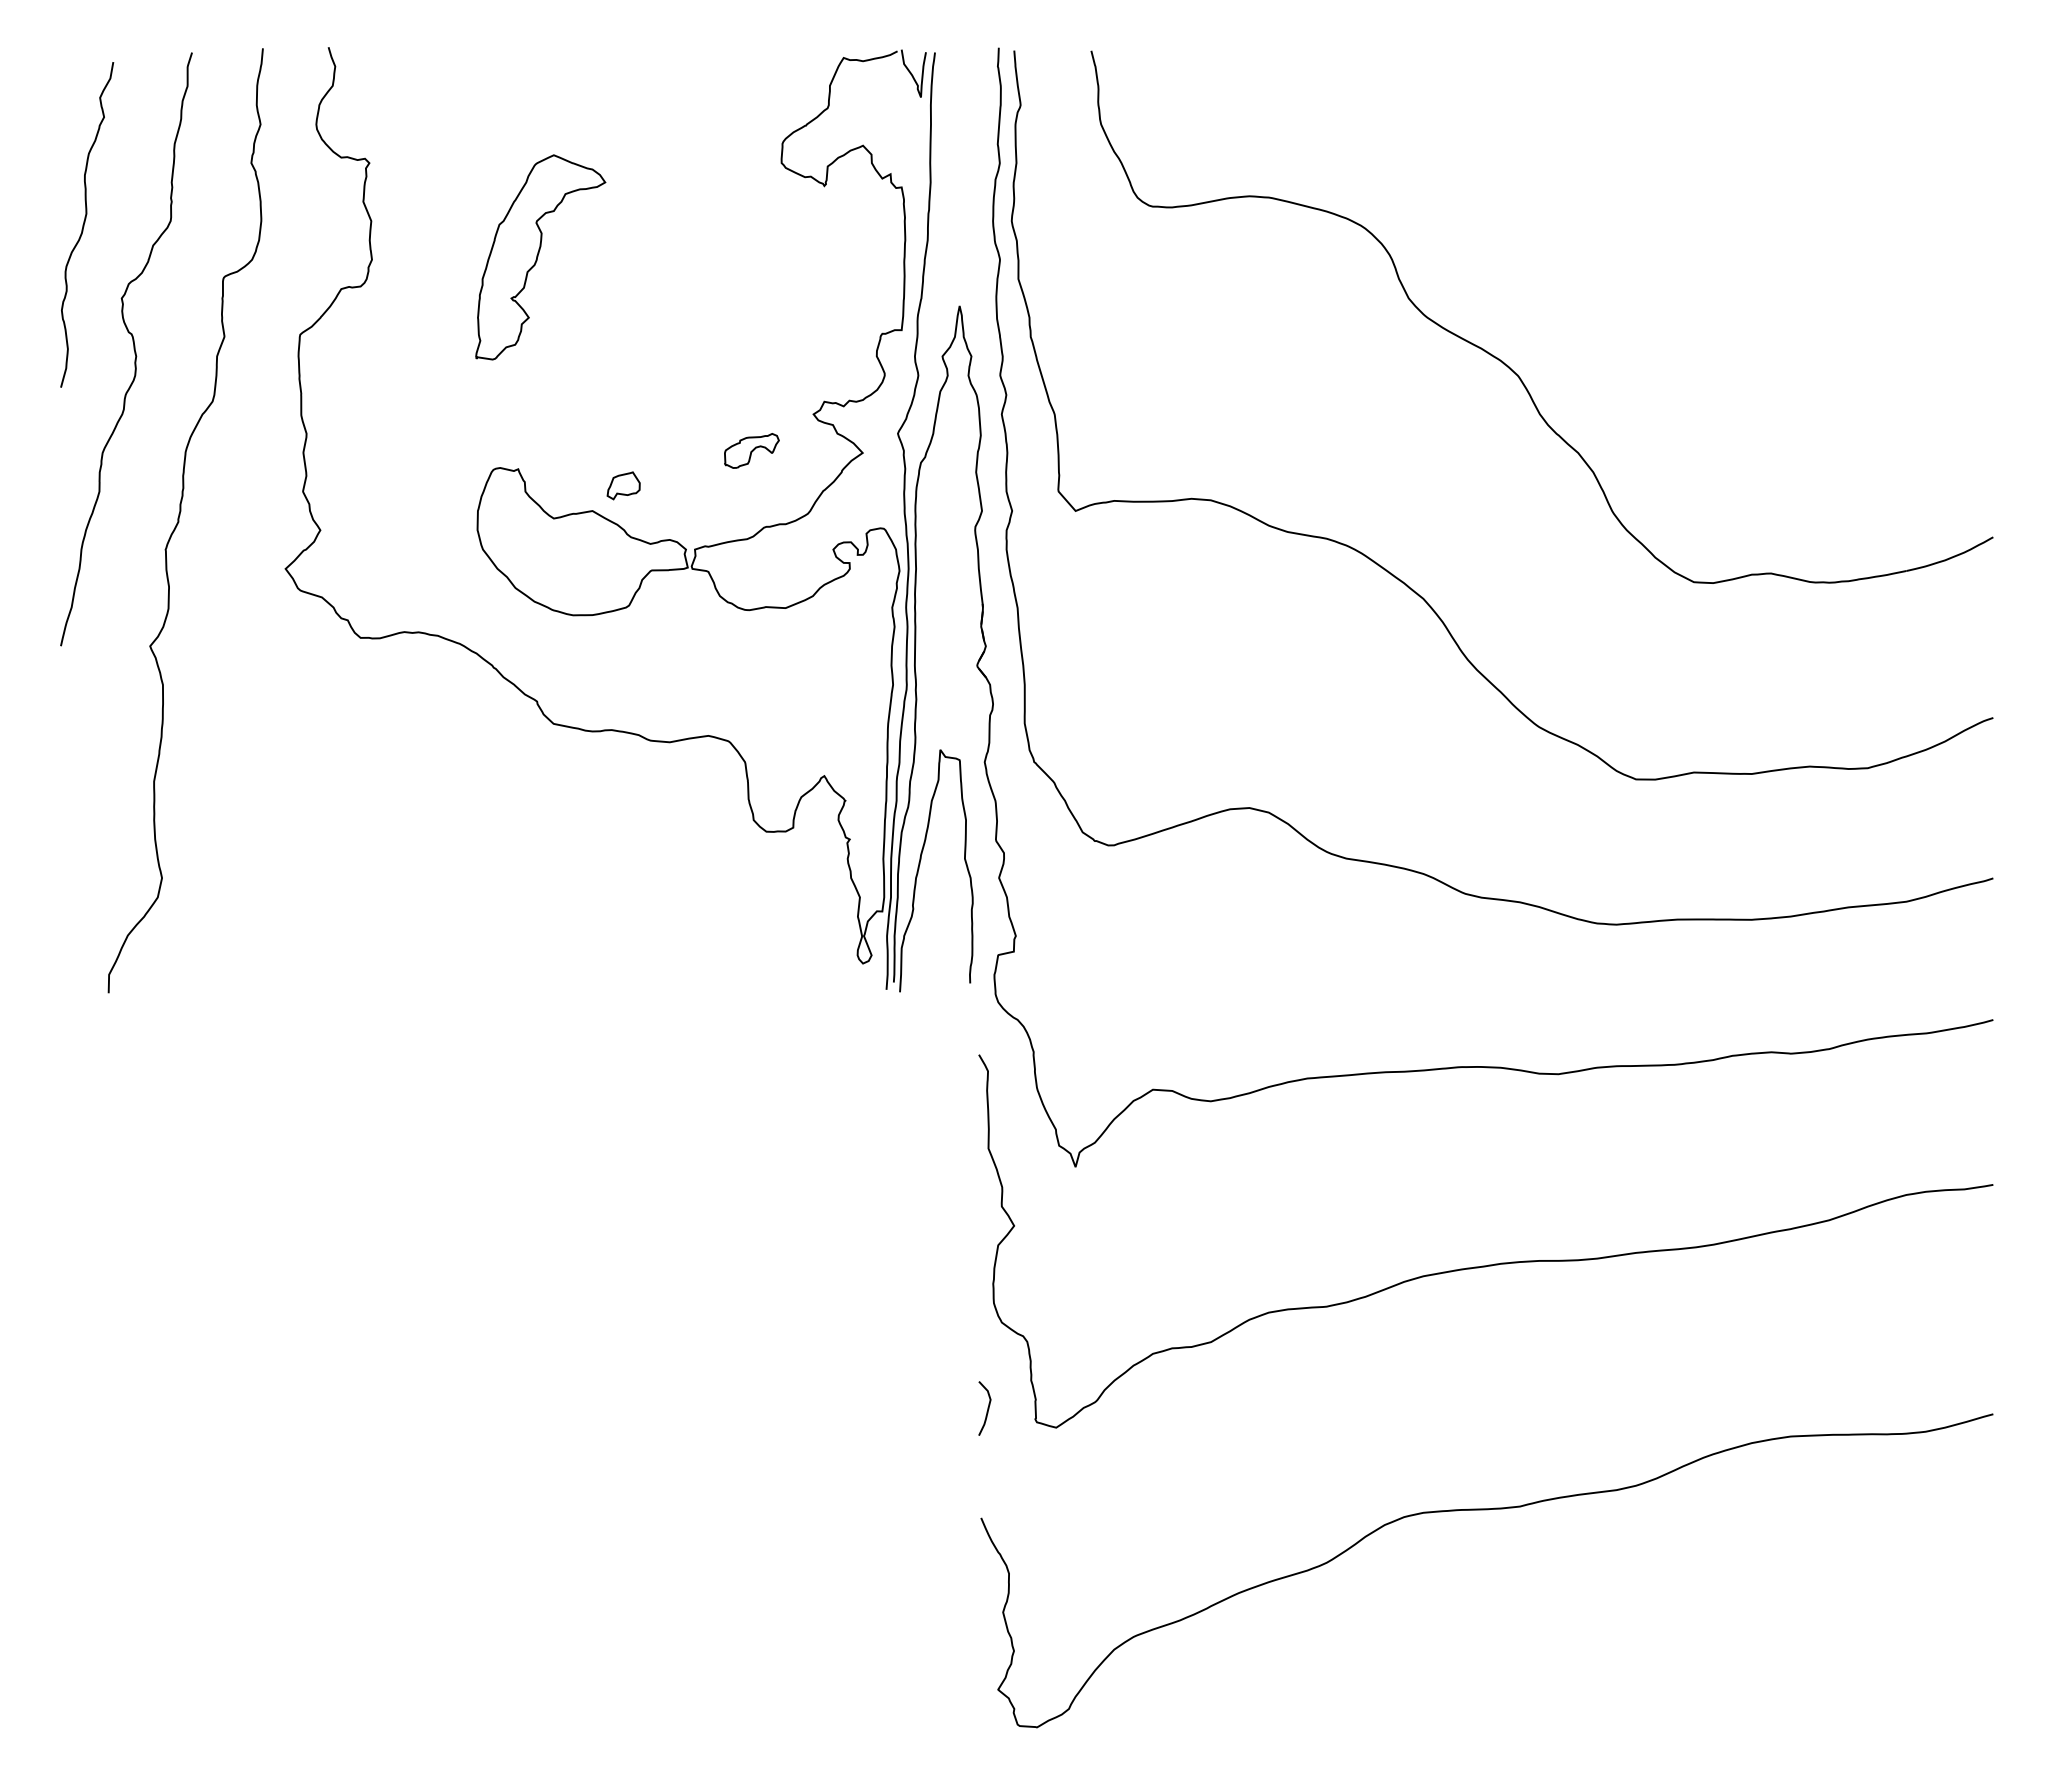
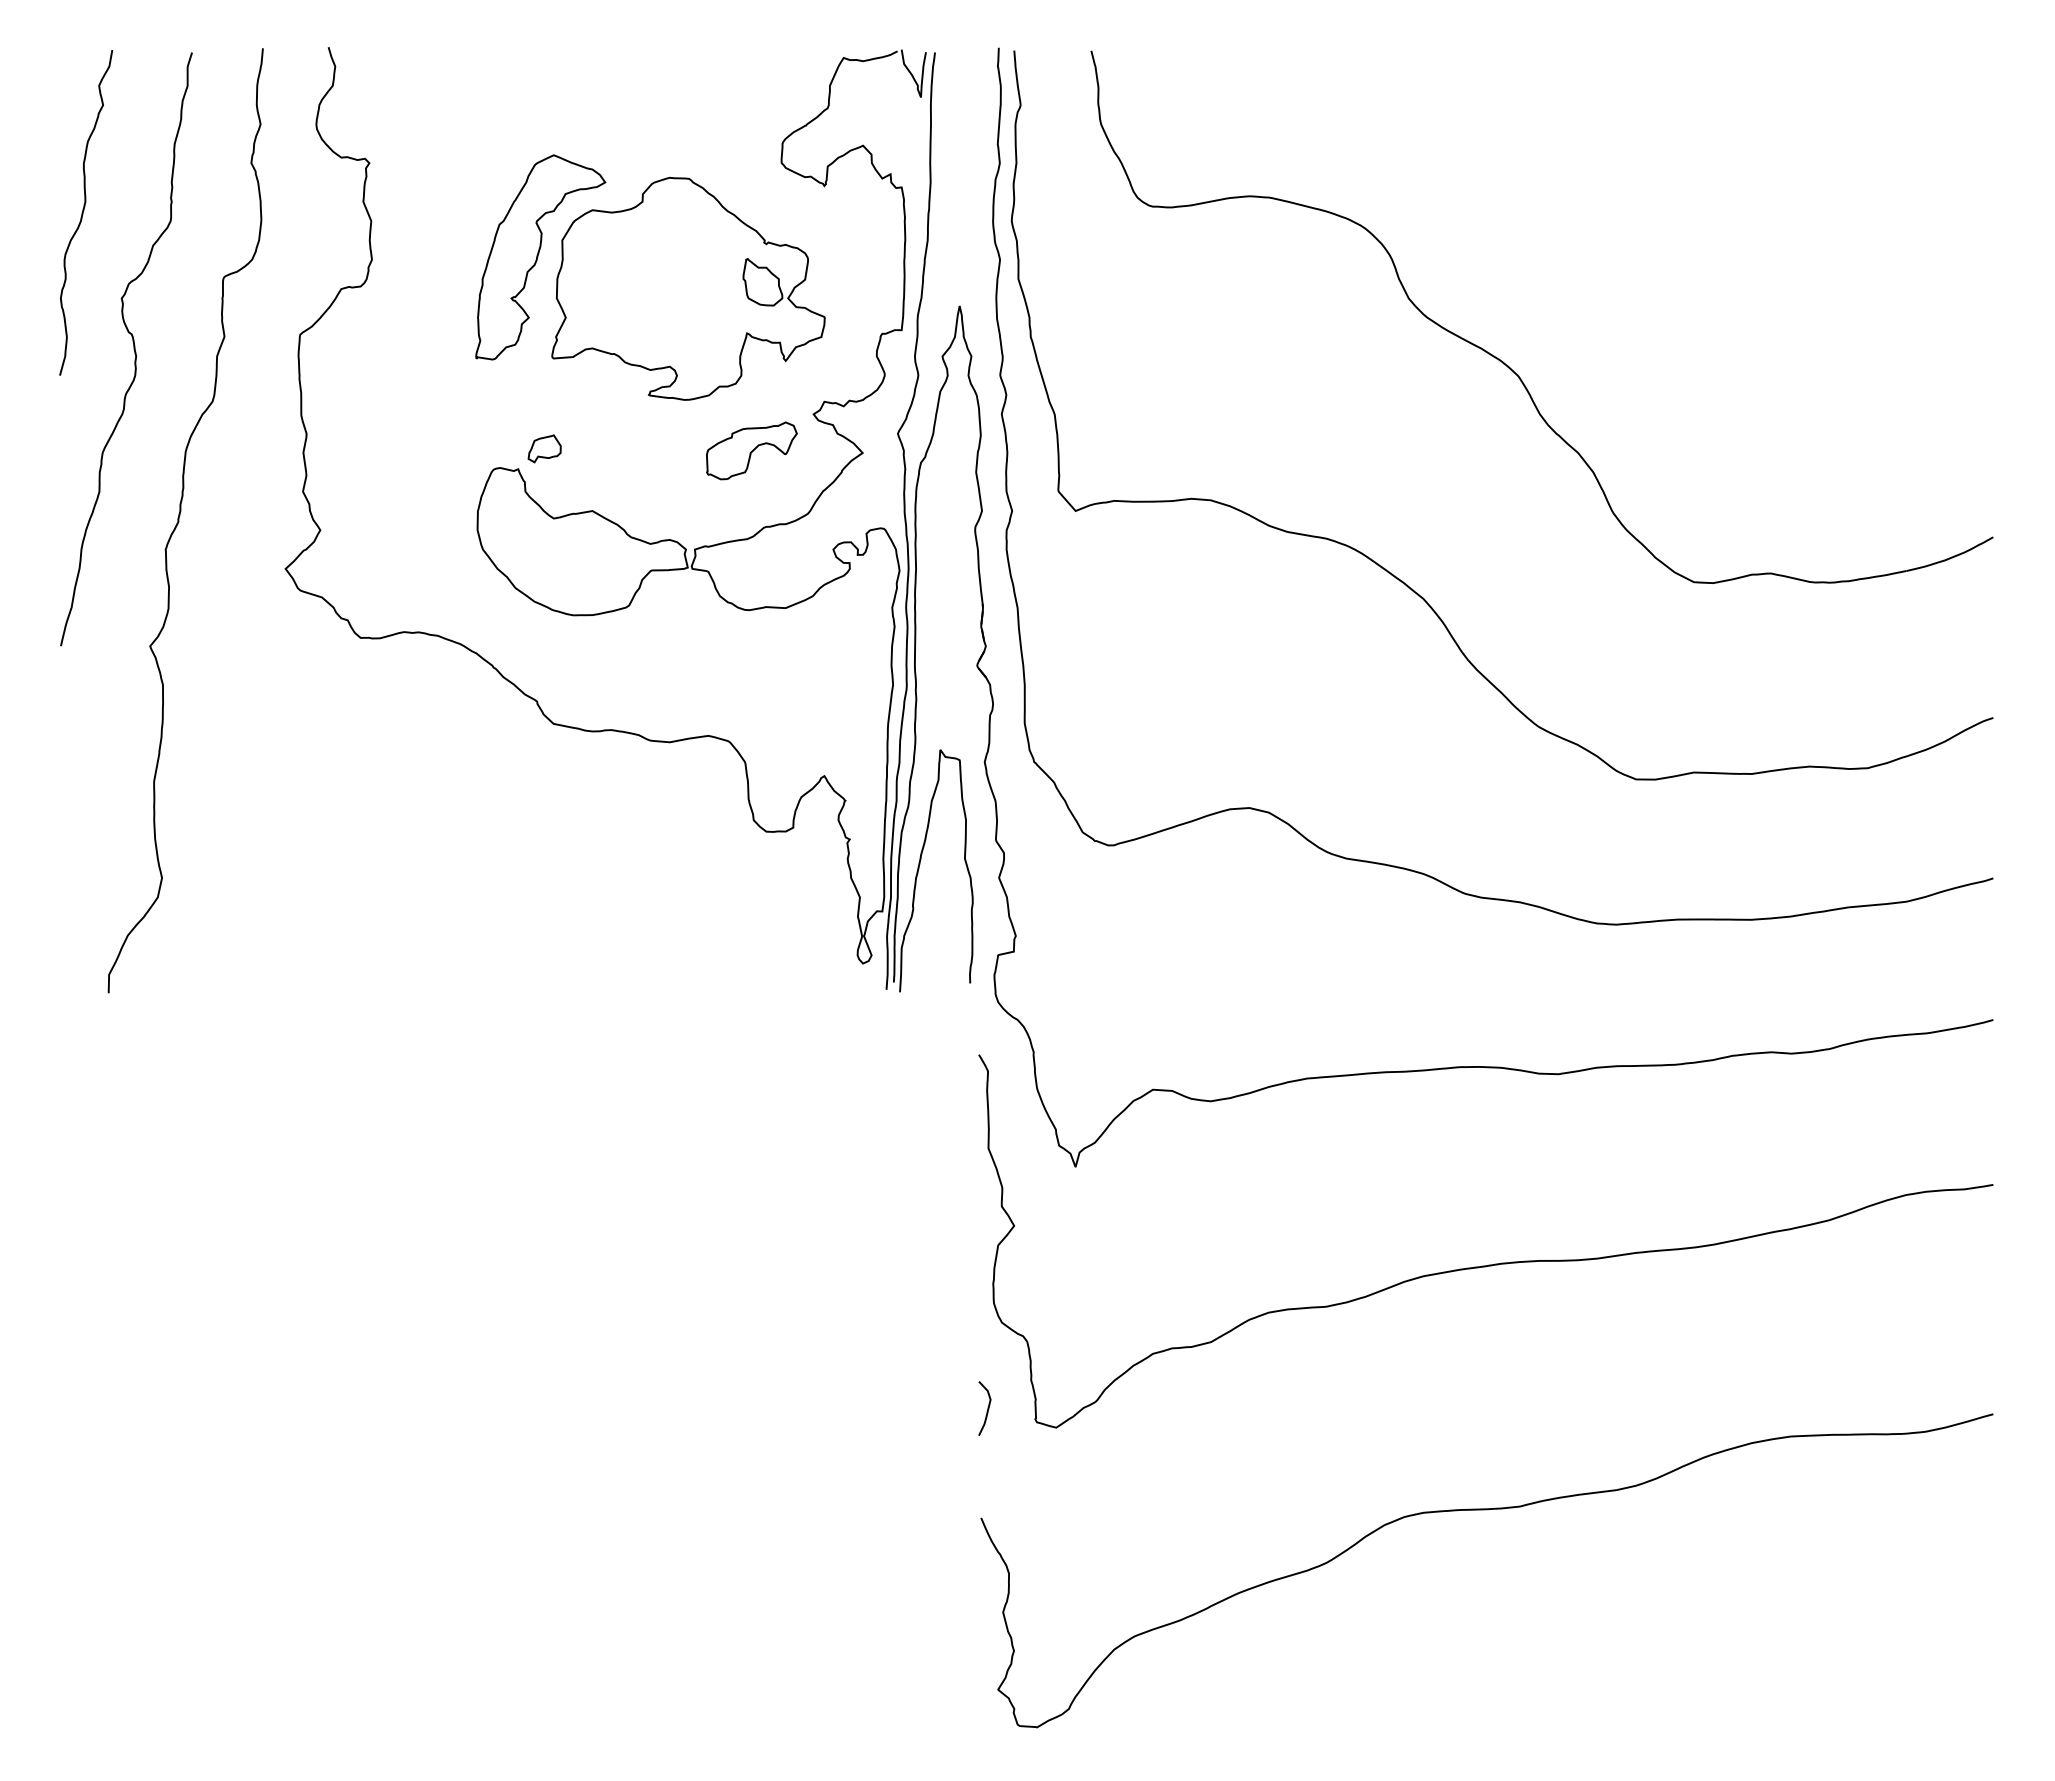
curve at (85, 222) position: (85, 222) -> (84, 210)
part at (688, 288): none -> present
part at (751, 450) size: 56x36 px -> 92x60 px
part at (623, 485) position: (623, 485) -> (544, 448)
